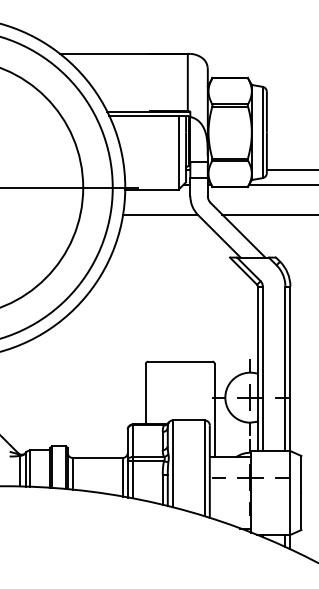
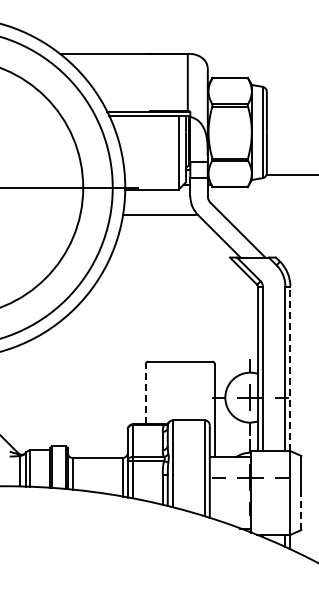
line at (290, 169) position: (290, 169) -> (290, 174)
line at (282, 184): present -> none
line at (268, 214): present -> none
line at (290, 368): solid -> dashed
line at (145, 393): solid -> dashed
line at (301, 511): solid -> dashed
